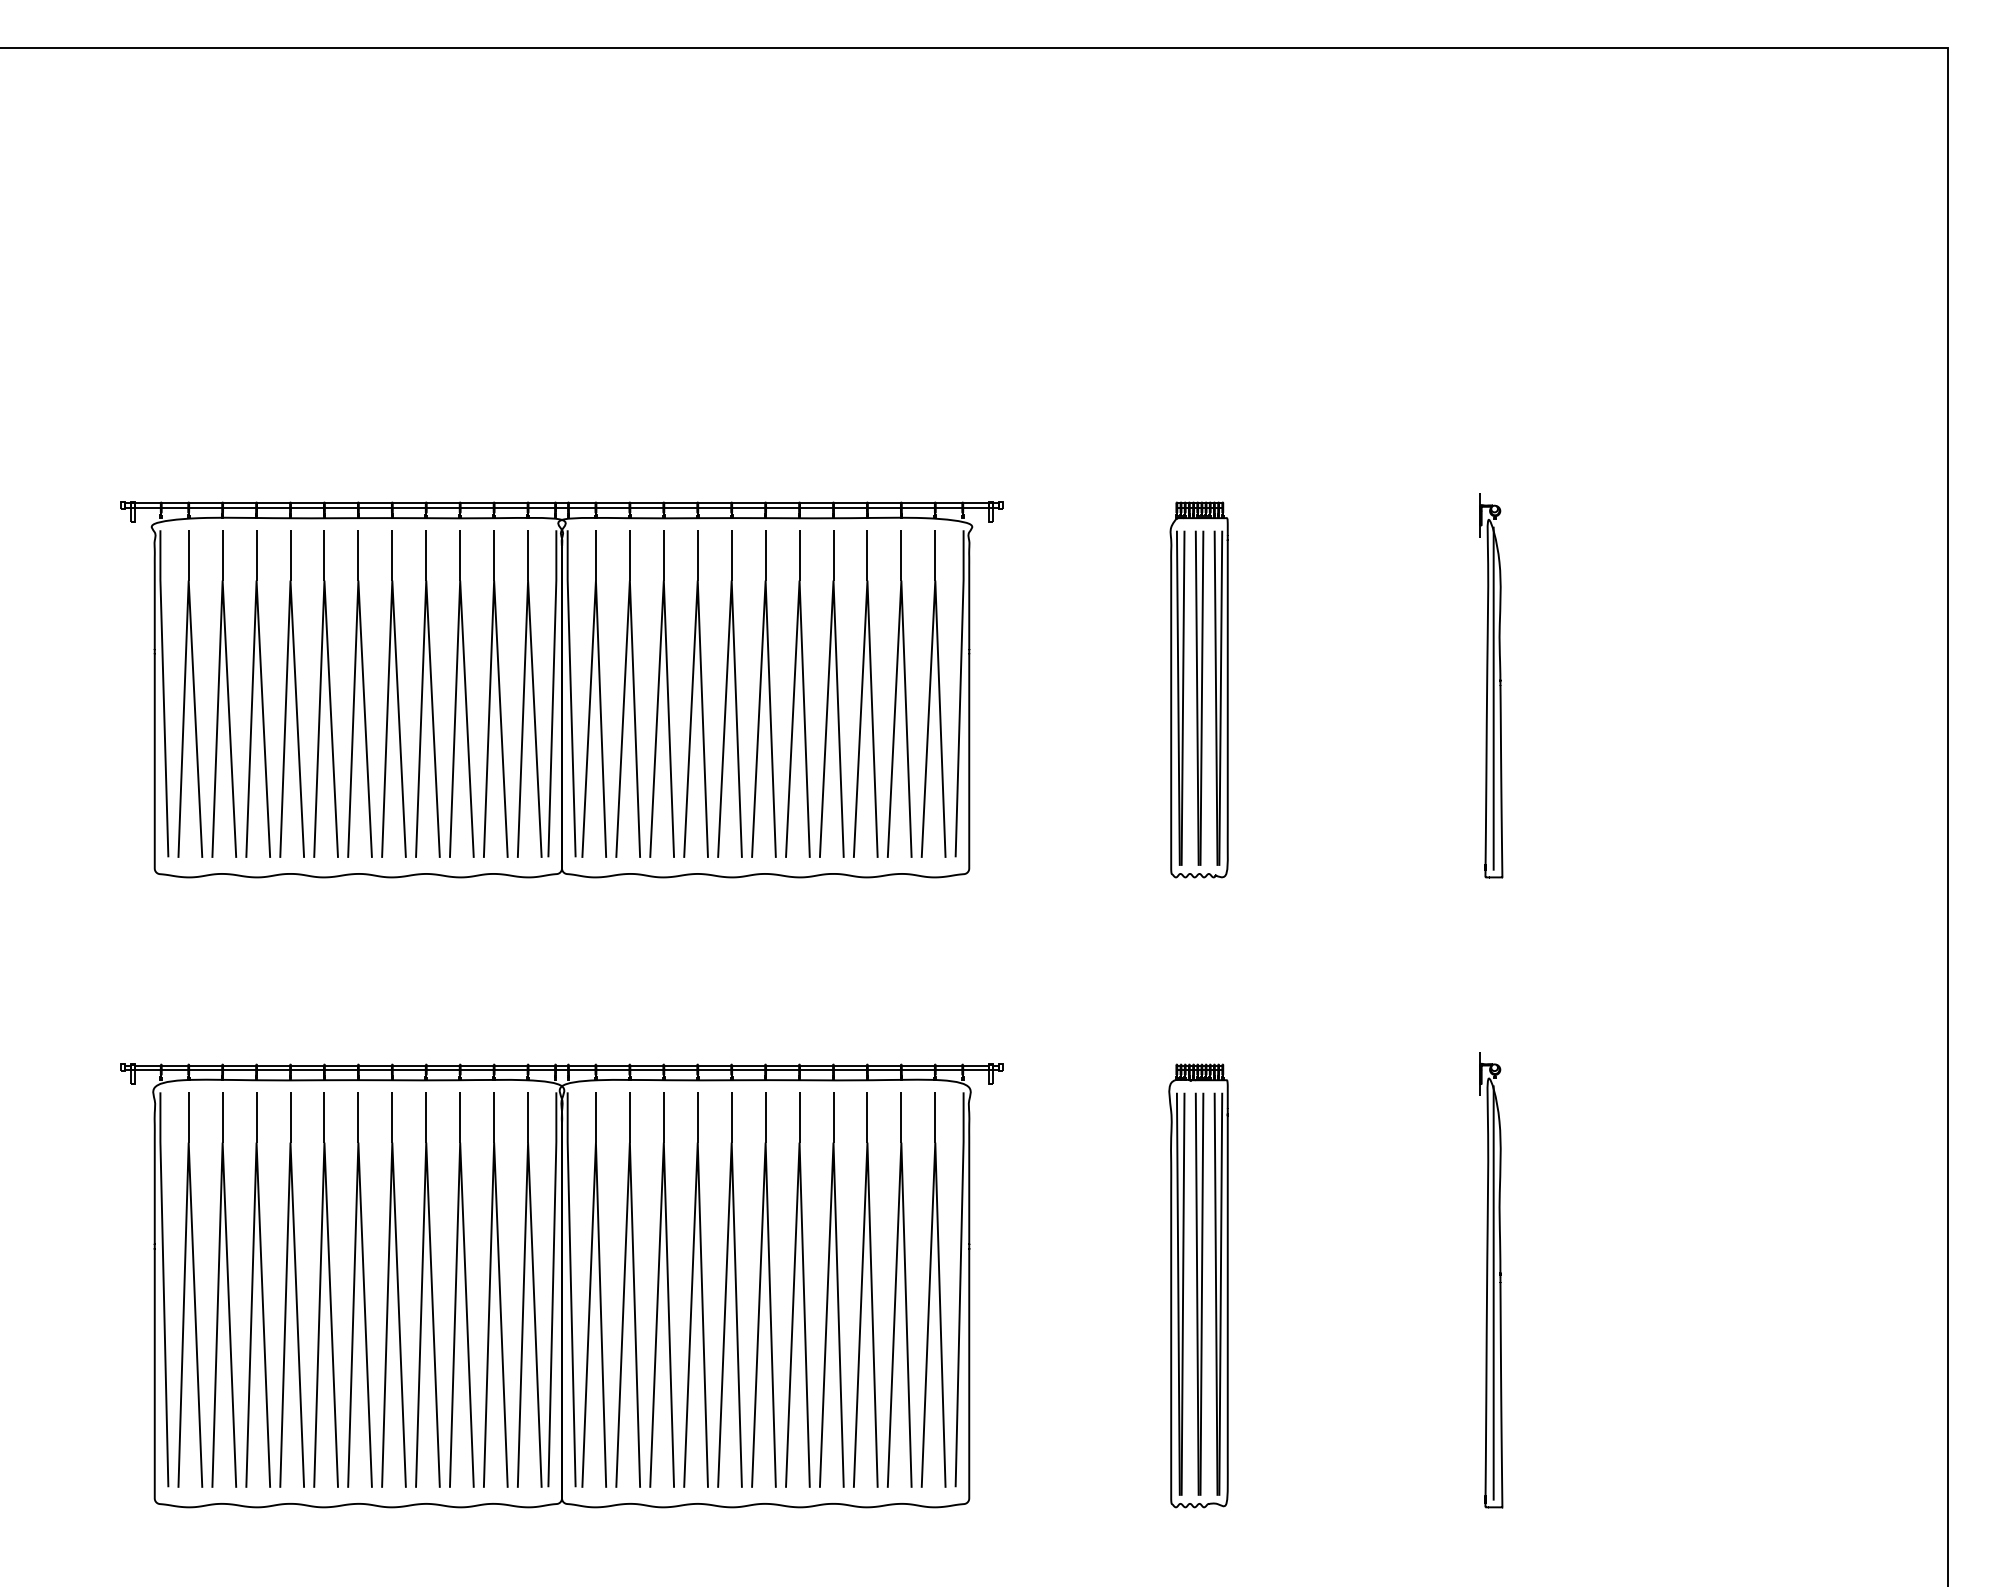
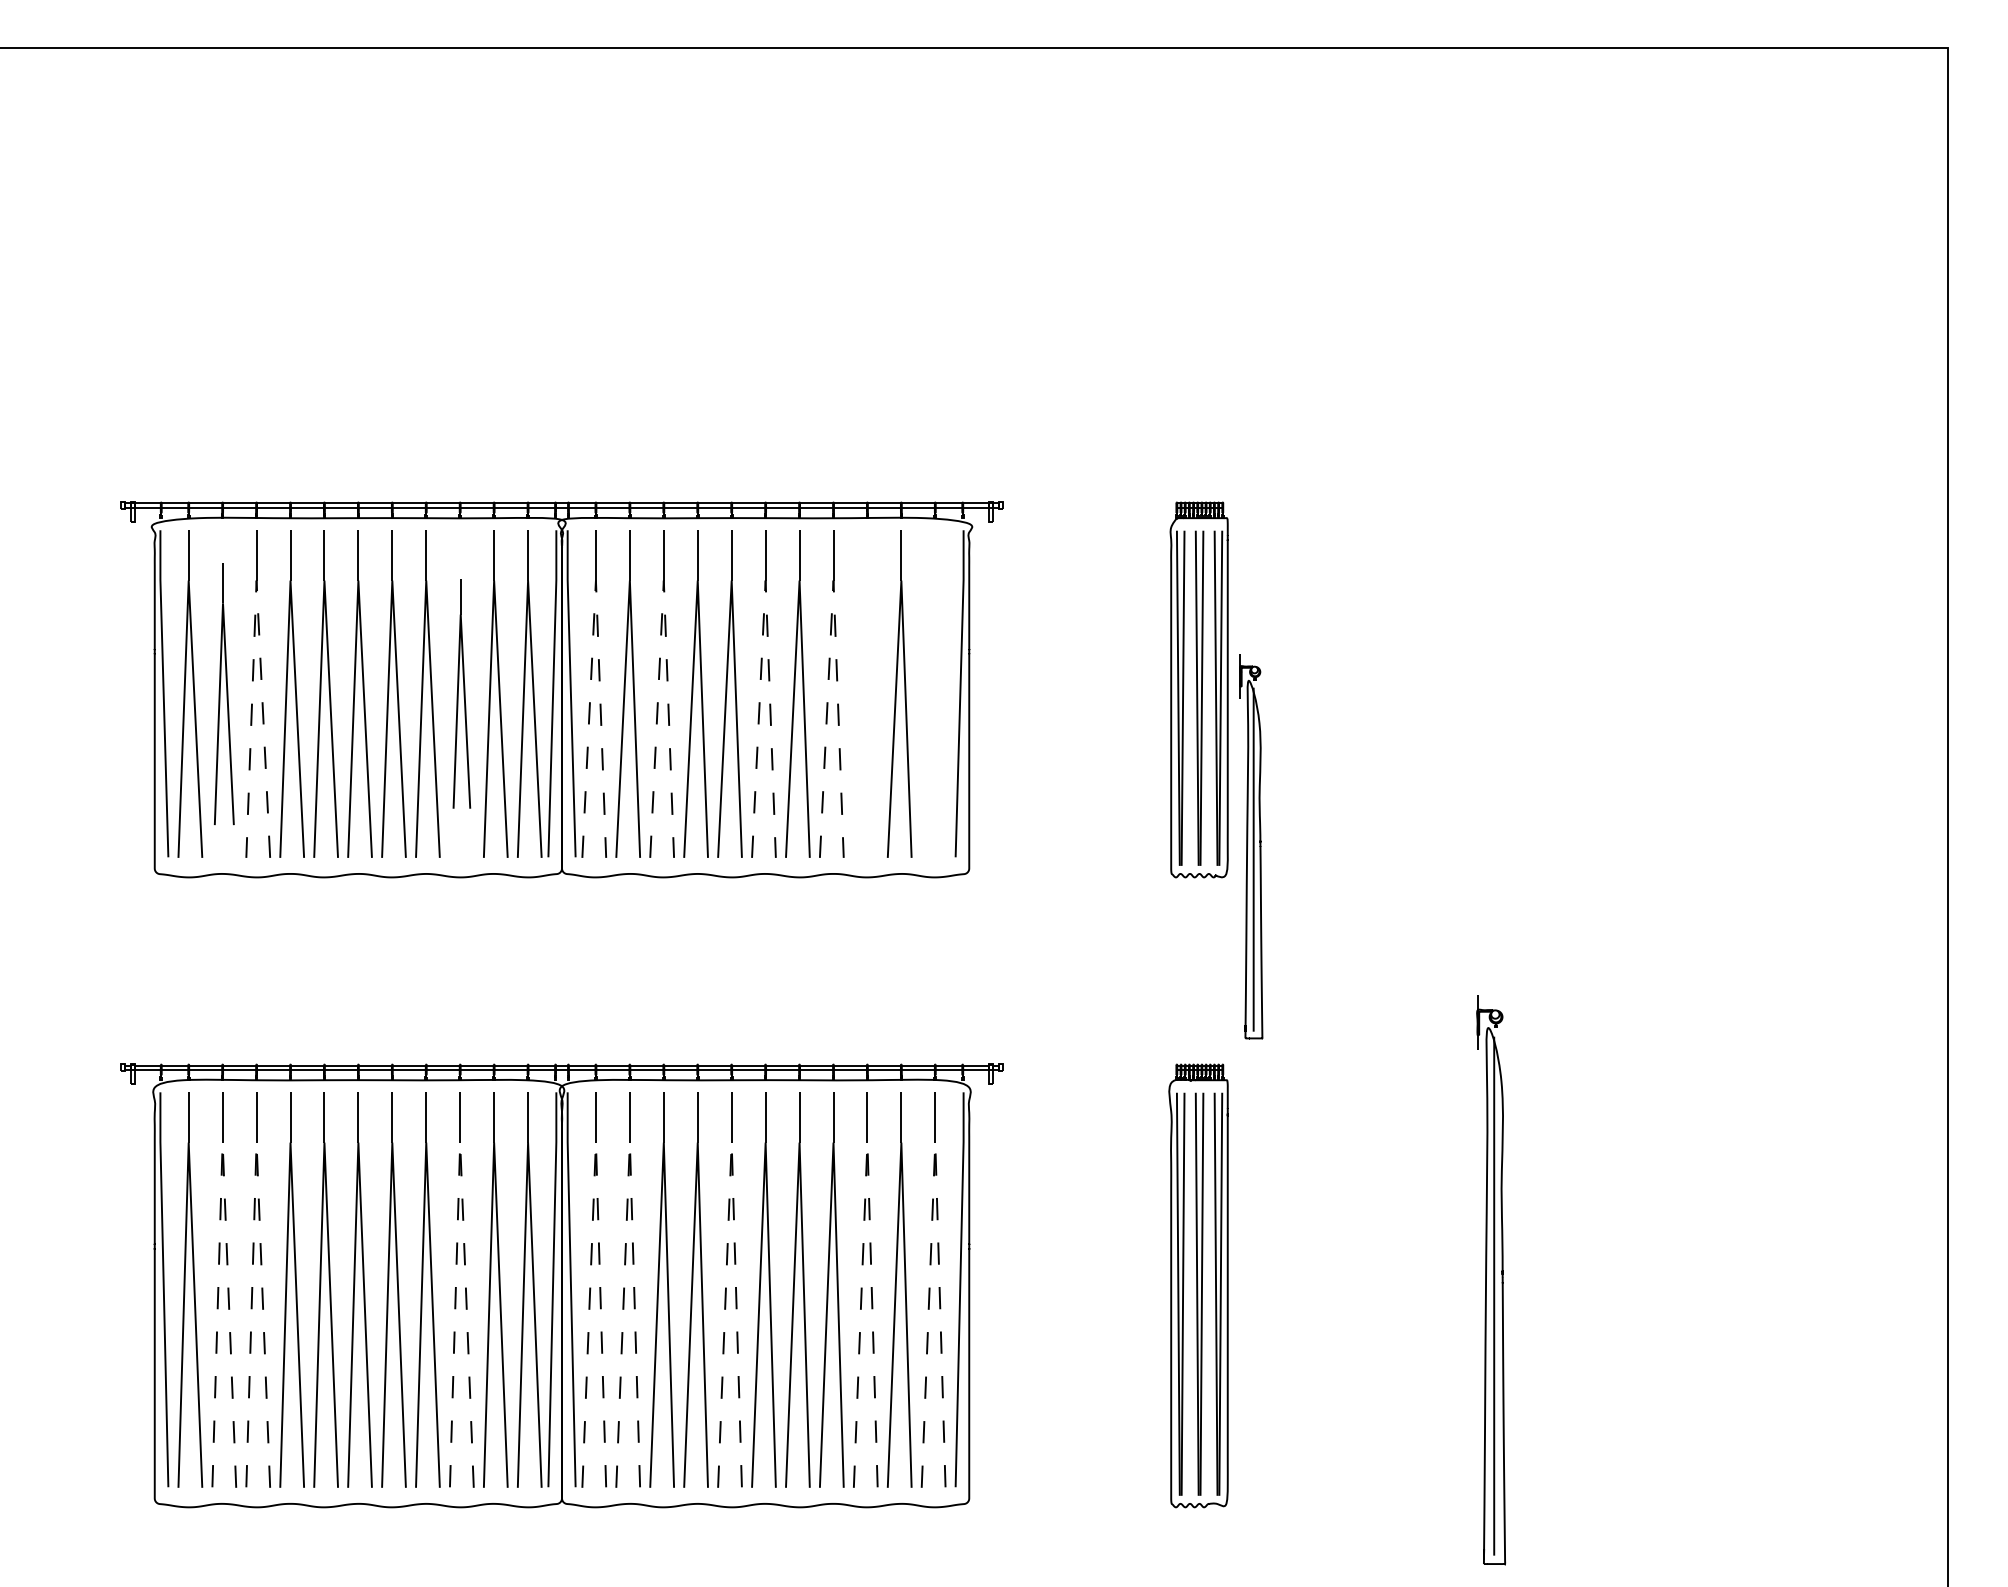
line at (256, 580): solid -> dashed
line at (595, 580): solid -> dashed
line at (663, 580): solid -> dashed
line at (765, 580): solid -> dashed
line at (833, 580): solid -> dashed
part at (1491, 685) position: (1491, 685) -> (1251, 846)
part at (224, 693) size: 27x328 px -> 21x263 px
part at (461, 693) size: 26x328 px -> 20x230 px
part at (865, 693): present -> none
part at (933, 693): present -> none
line at (222, 1142): solid -> dashed
line at (256, 1142): solid -> dashed
line at (460, 1142): solid -> dashed
line at (595, 1142): solid -> dashed
line at (629, 1142): solid -> dashed
line at (731, 1142): solid -> dashed
line at (867, 1142): solid -> dashed
line at (935, 1142): solid -> dashed
part at (1491, 1280) size: 25x457 px -> 30x571 px
